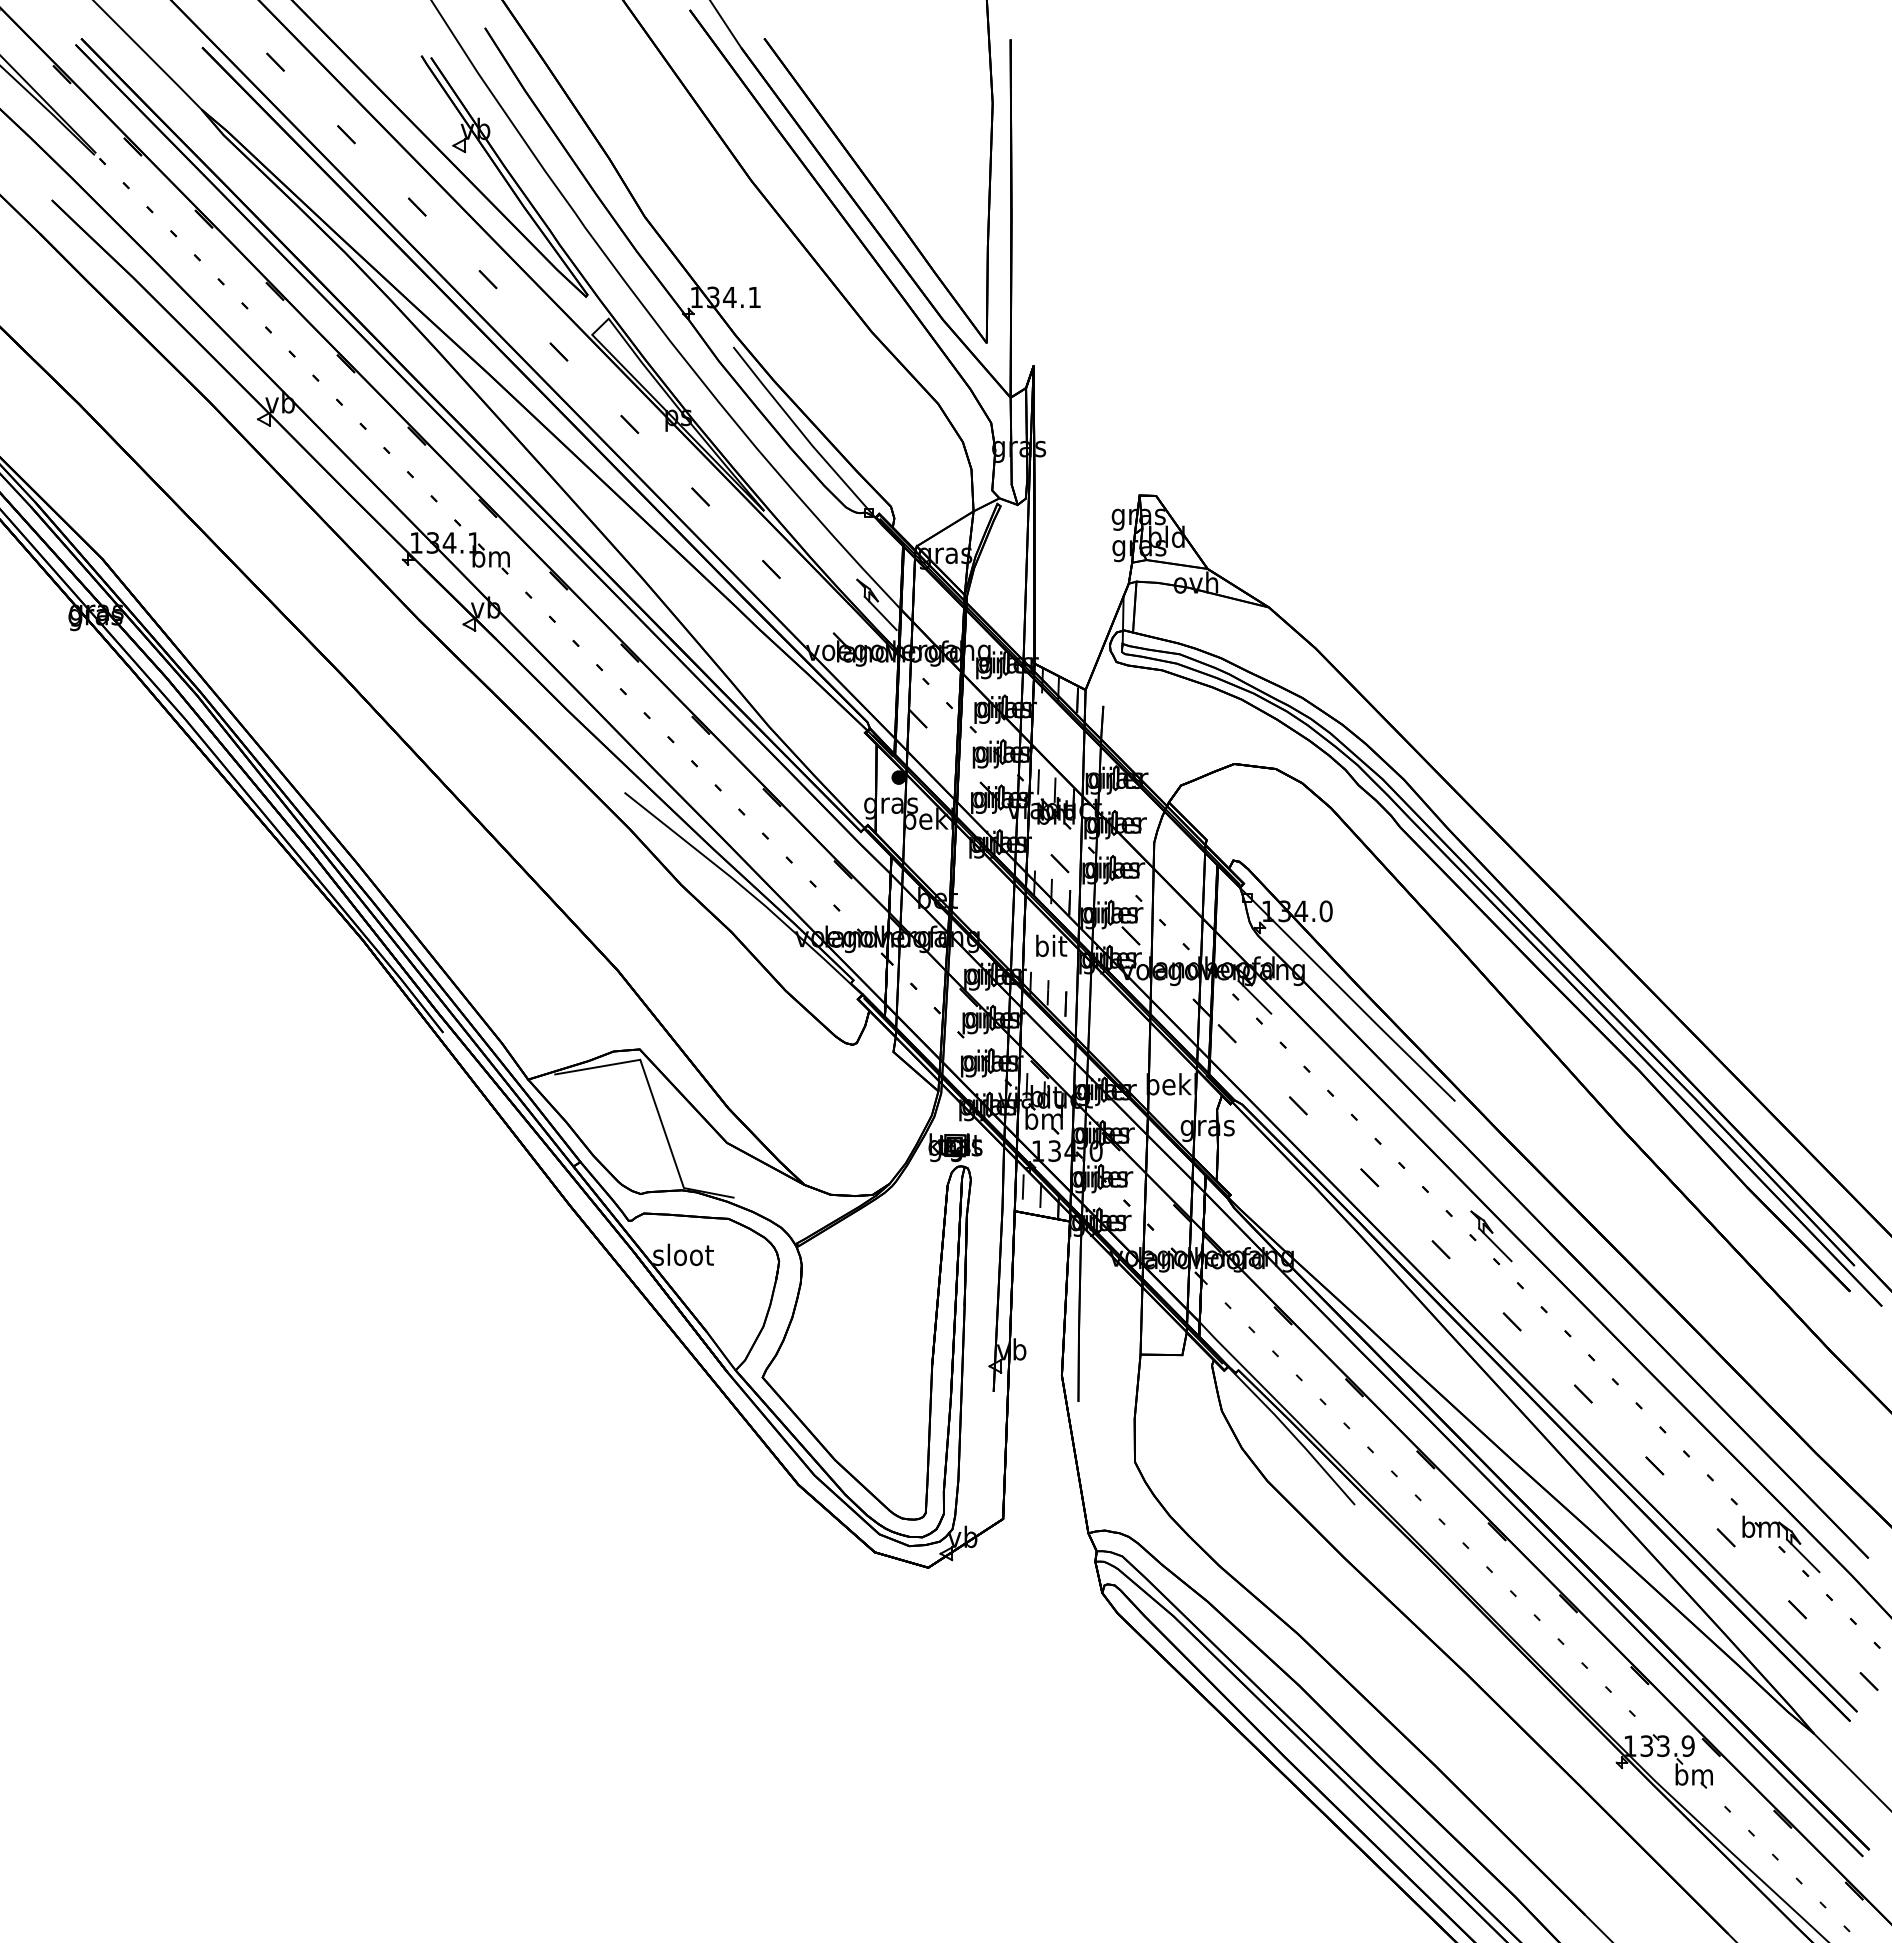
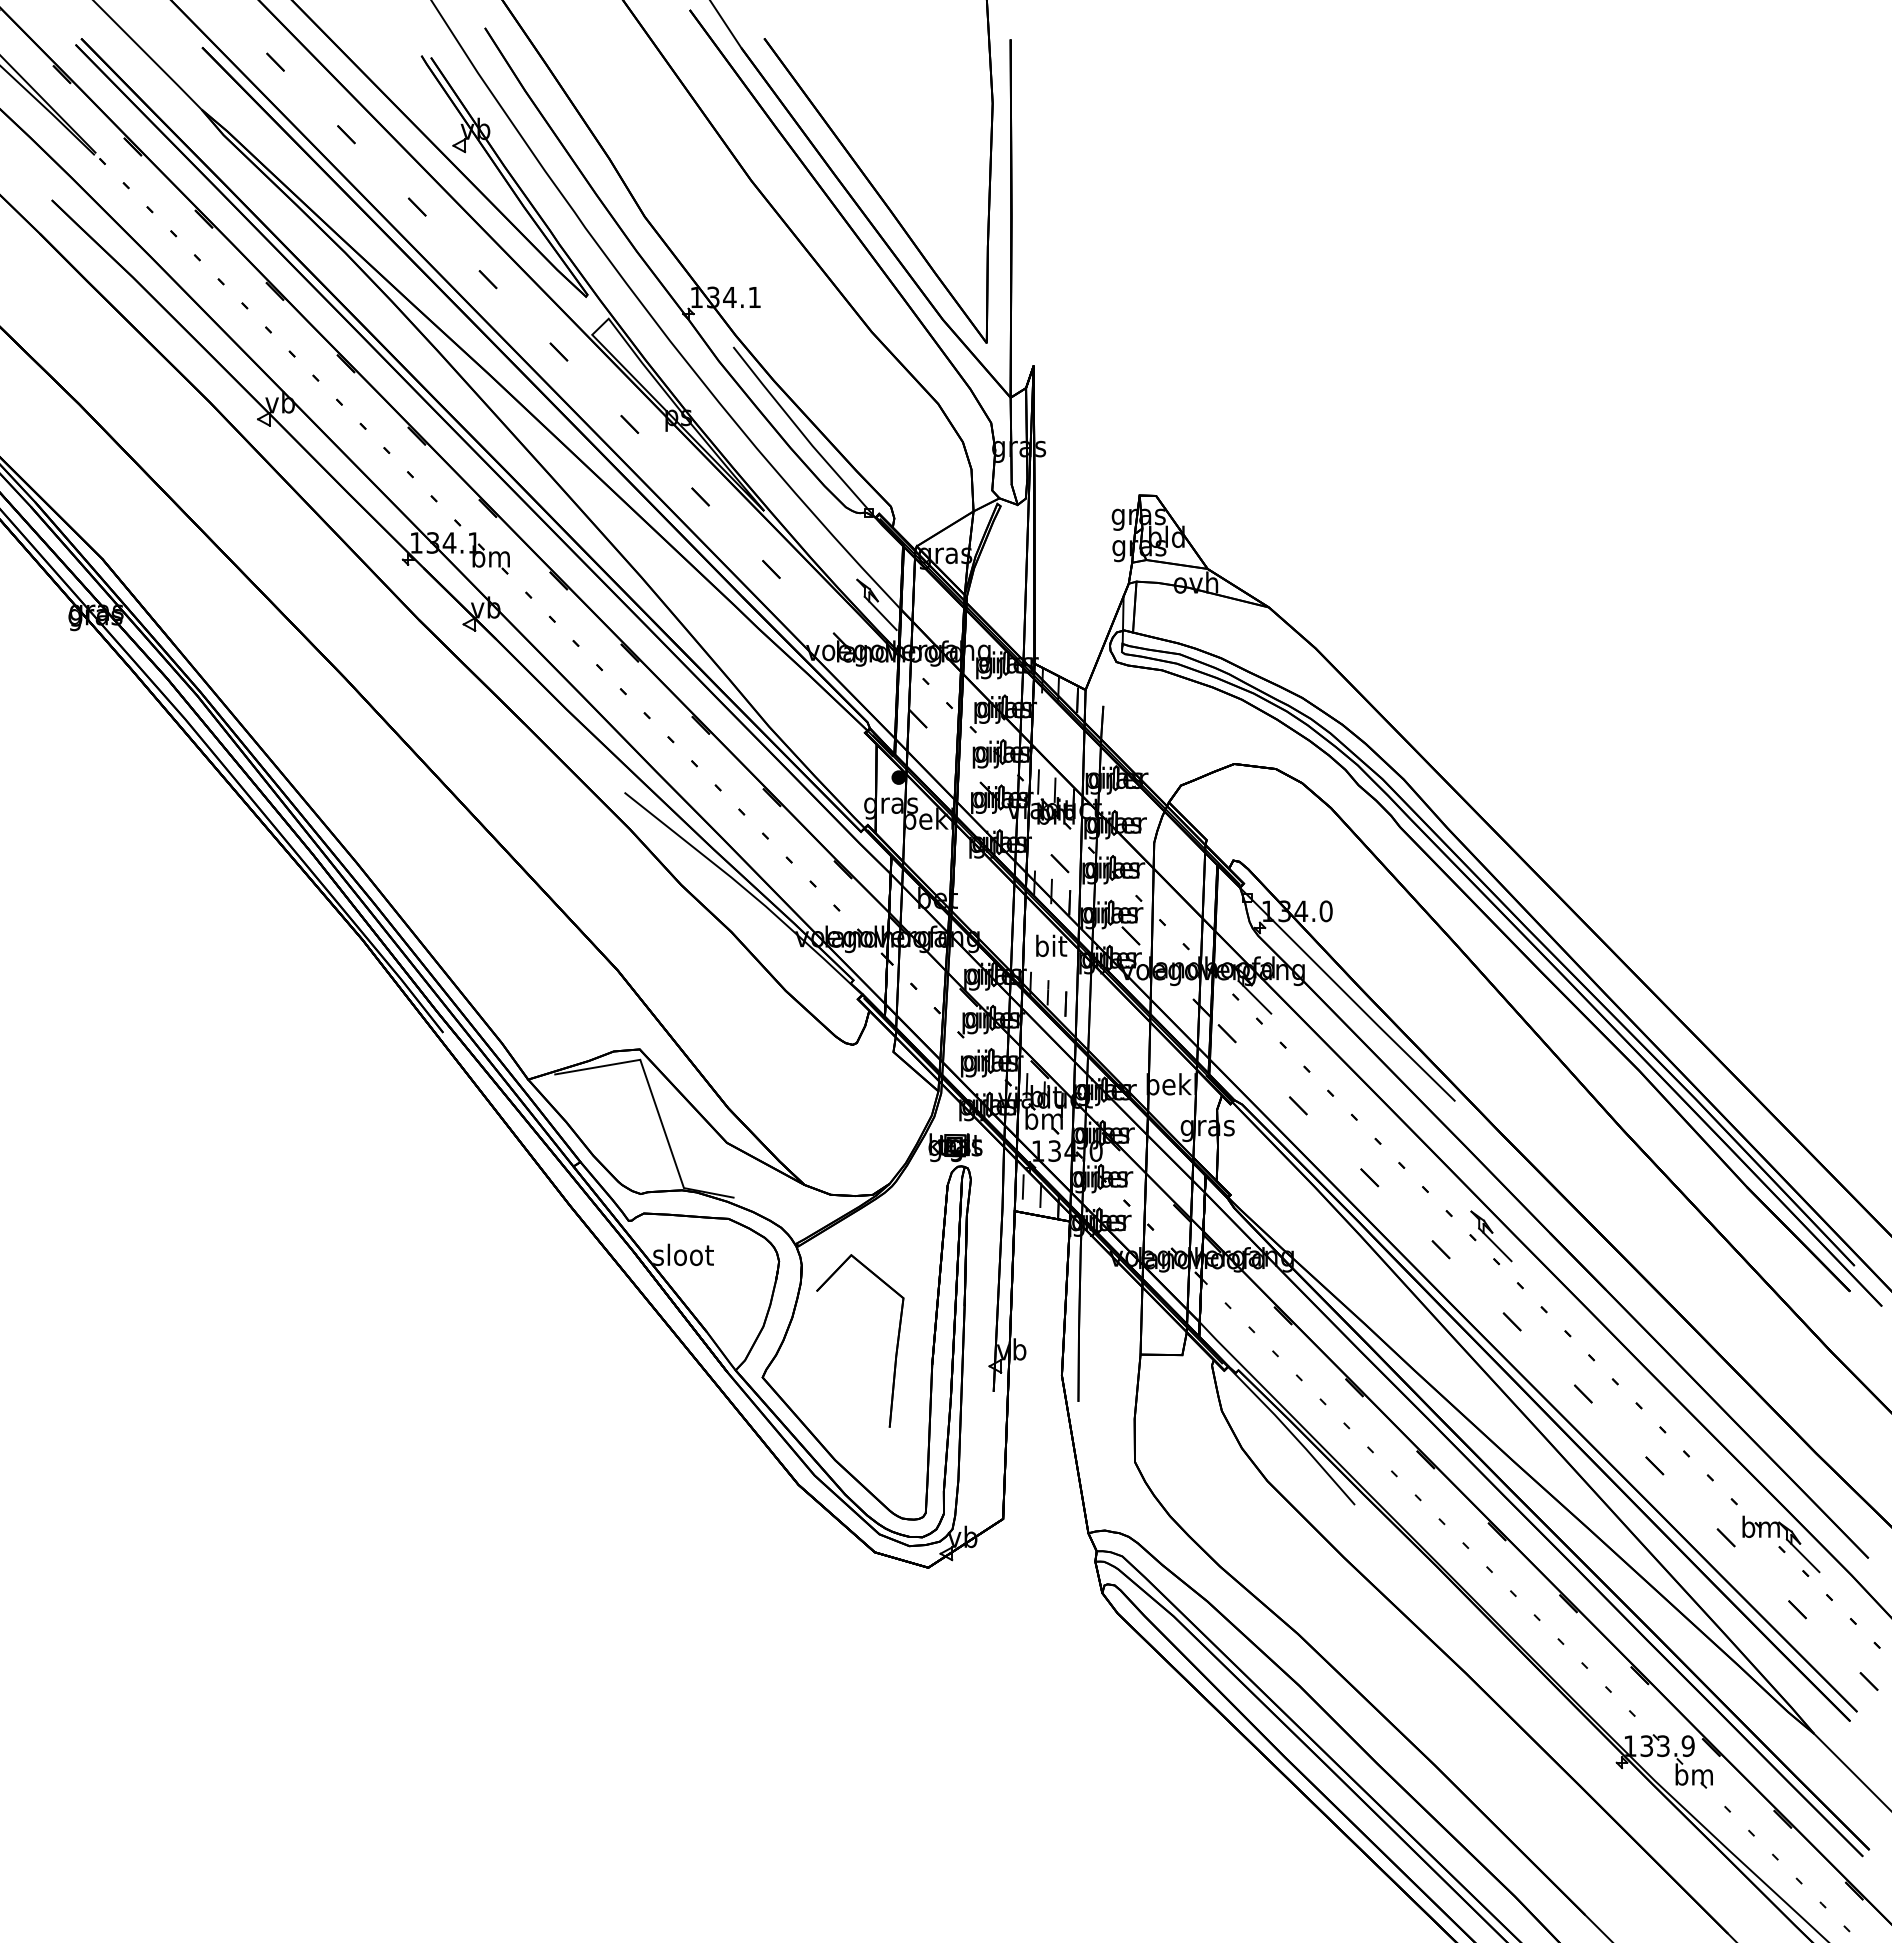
part at (896, 1343): none -> present
